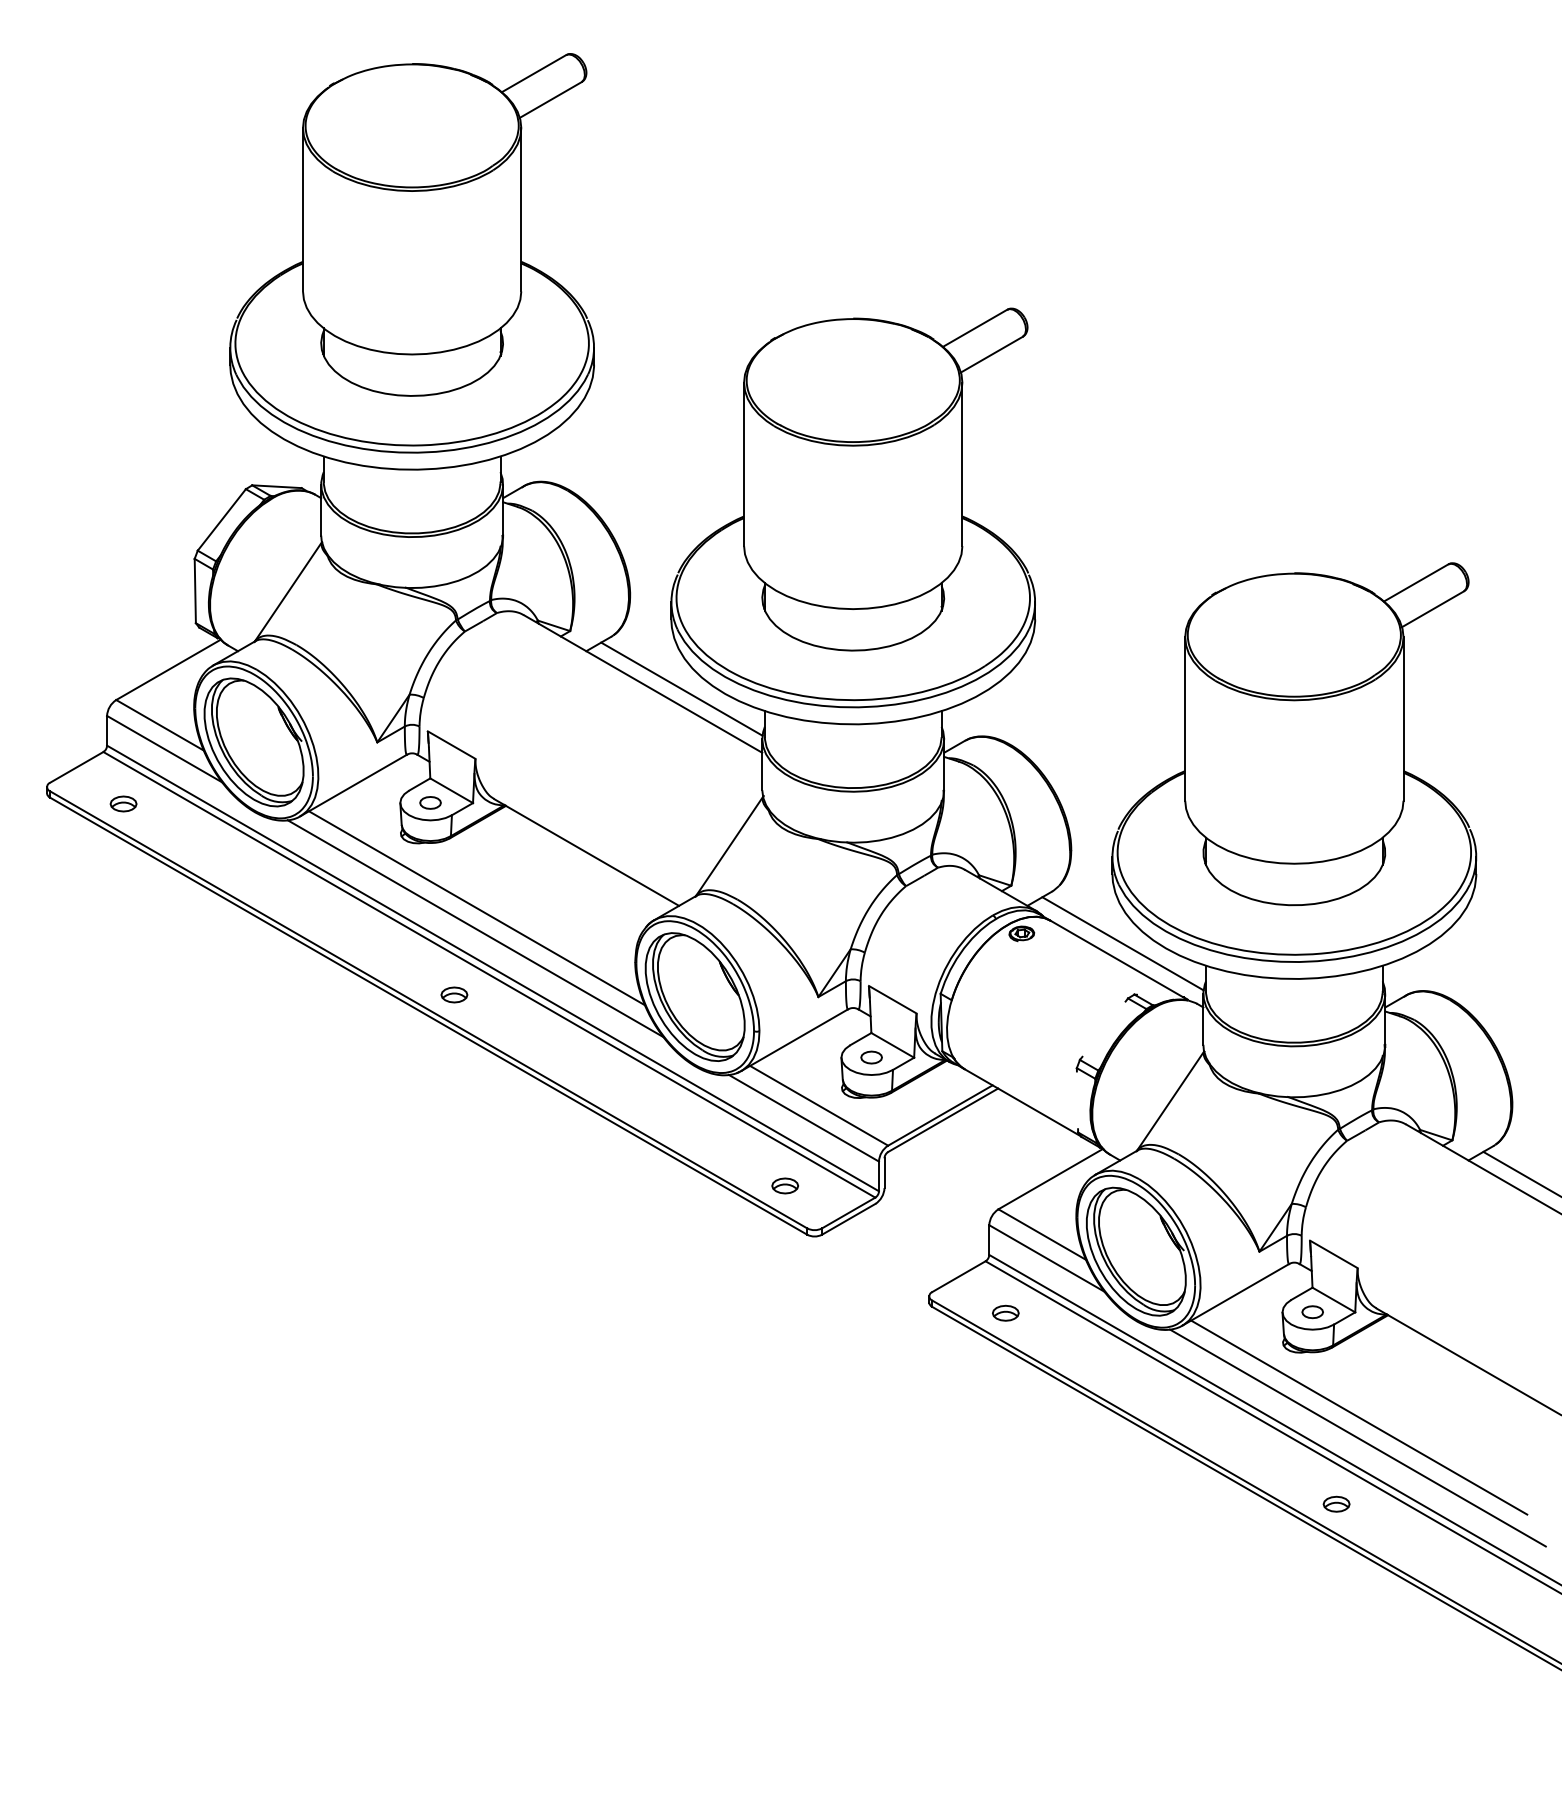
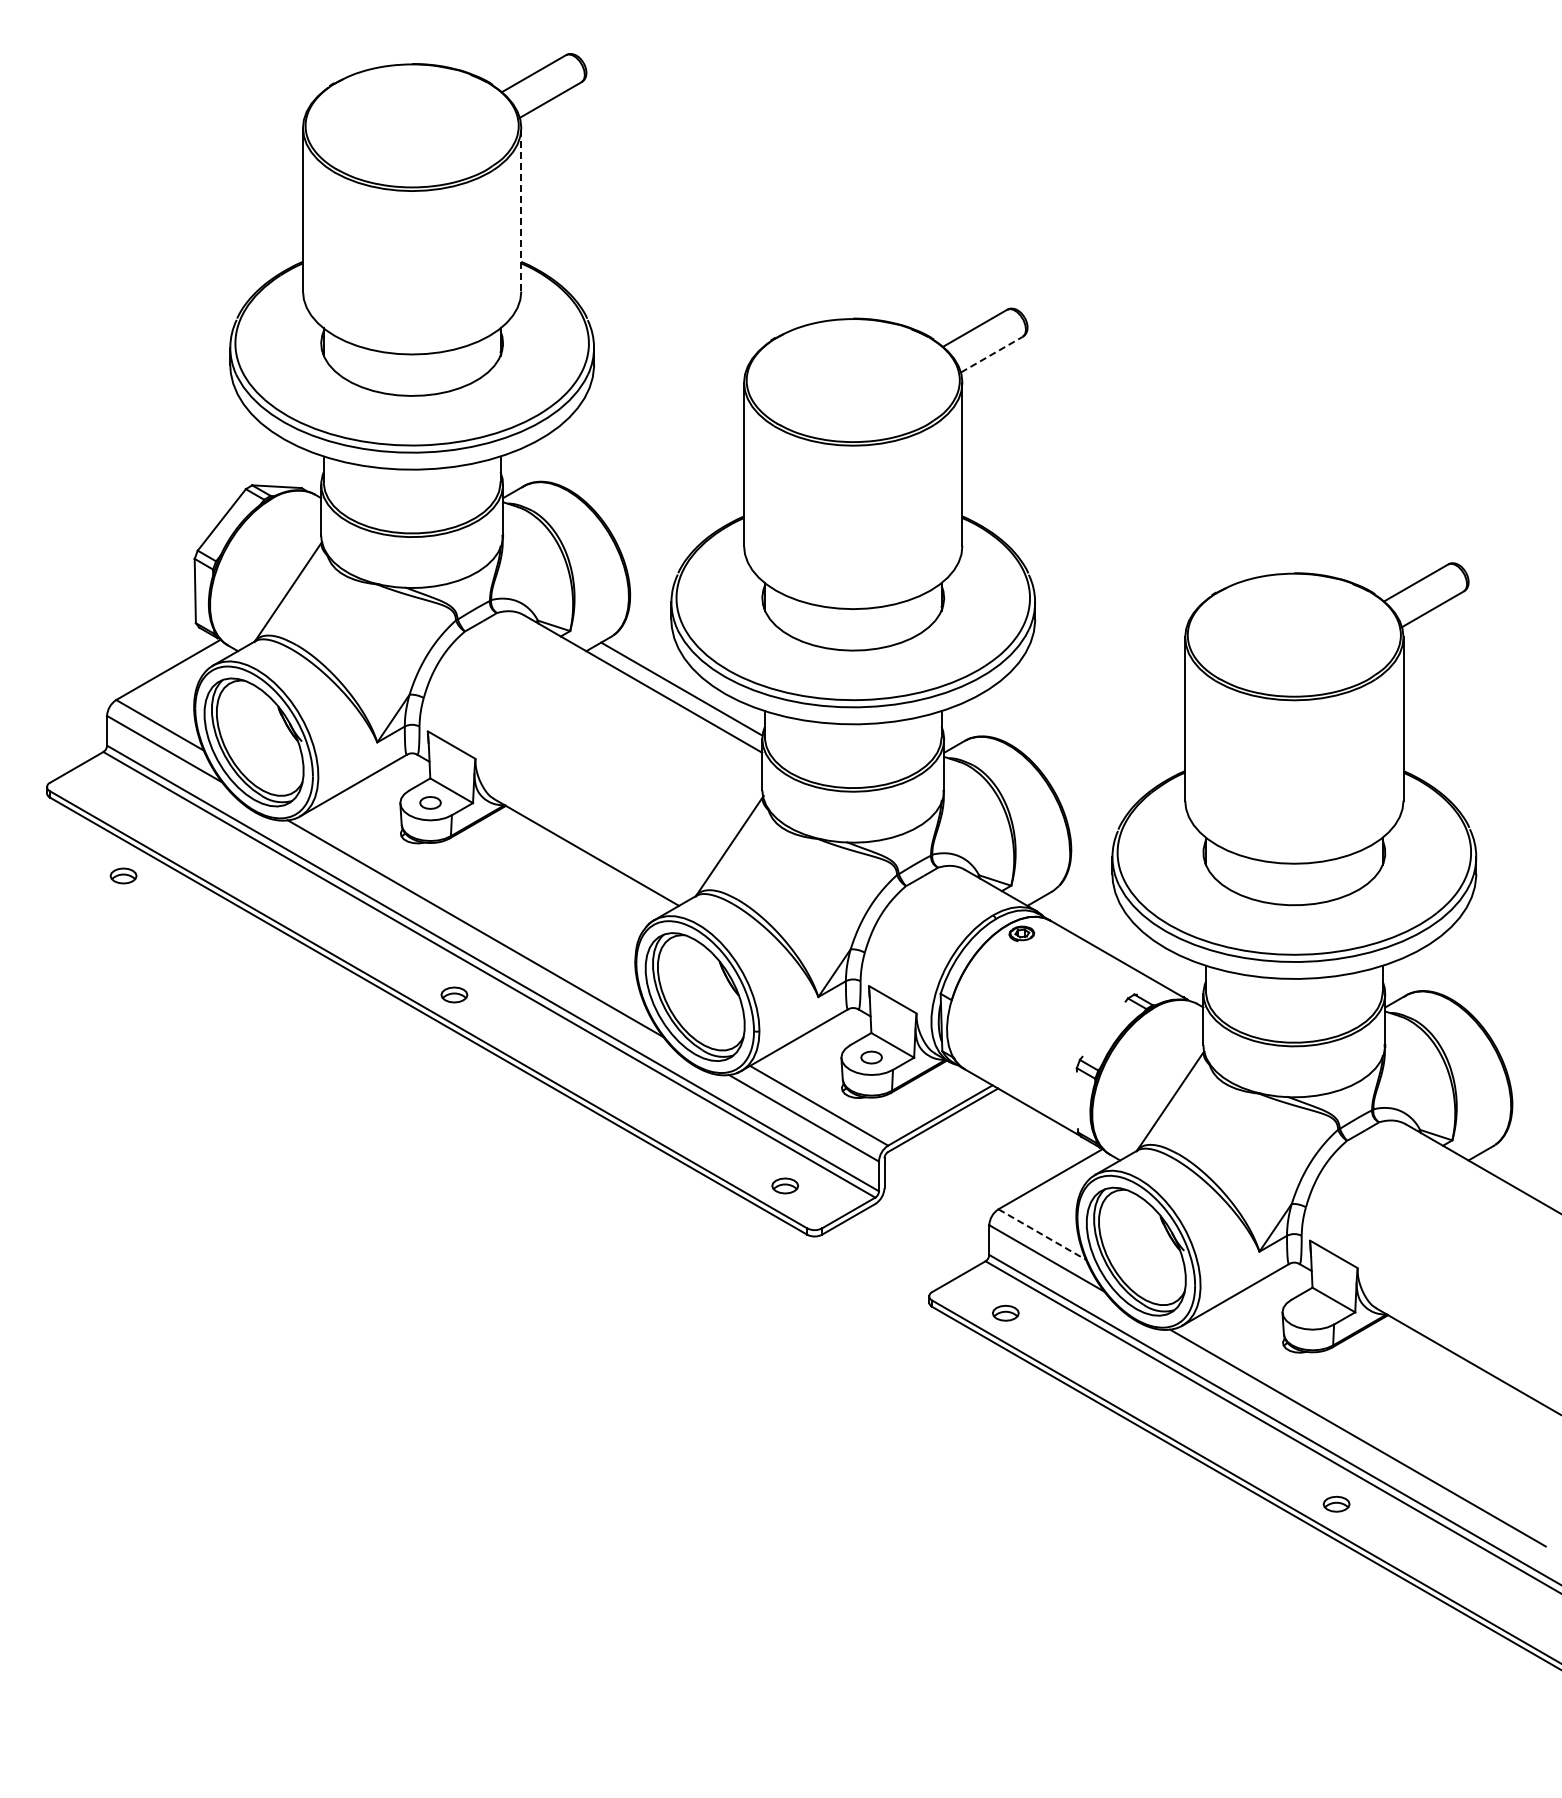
line at (521, 209): solid -> dashed
line at (991, 354): solid -> dashed
part at (123, 803) position: (123, 803) -> (123, 875)
line at (477, 908): present -> none
line at (1122, 943): present -> none
line at (1520, 1173): present -> none
line at (1042, 1234): solid -> dashed
part at (1312, 1312): present -> none
line at (1359, 1417): present -> none
